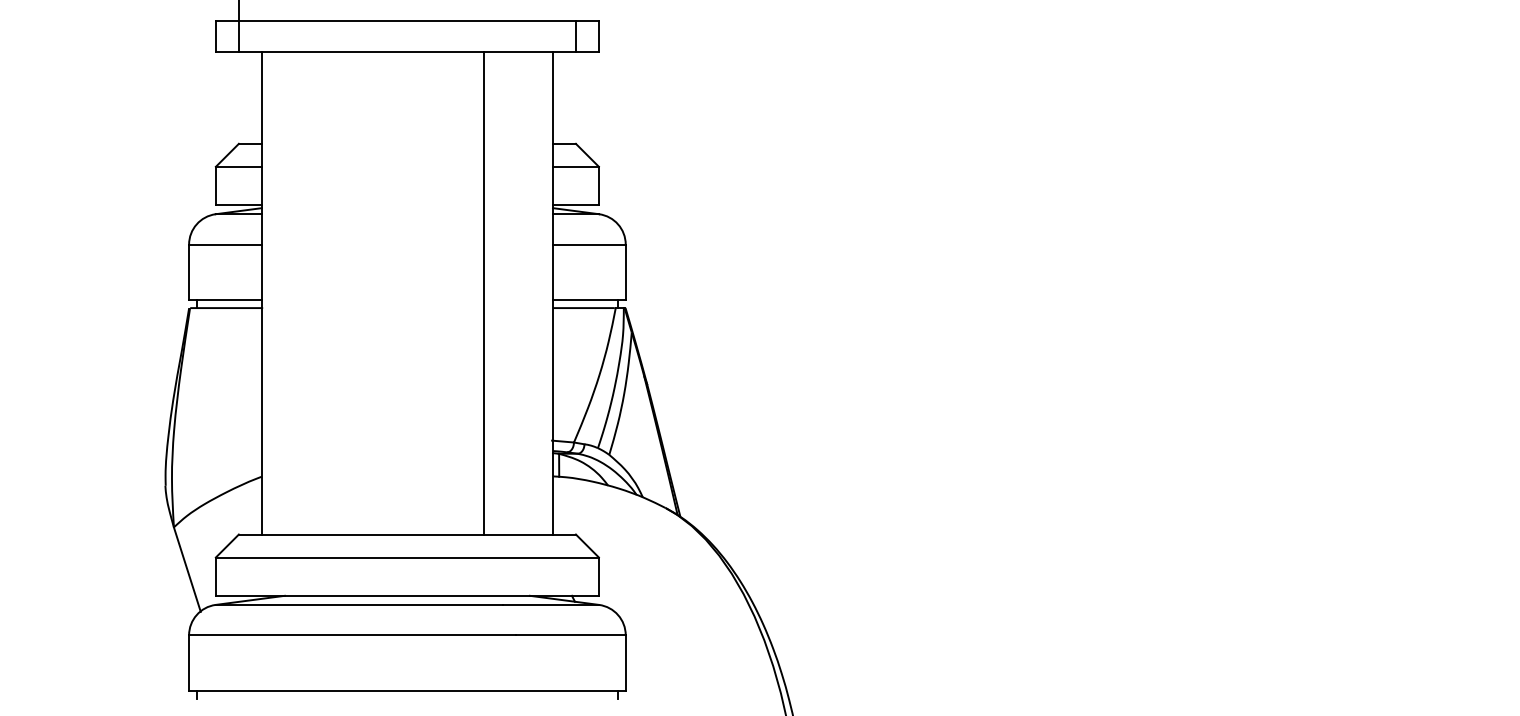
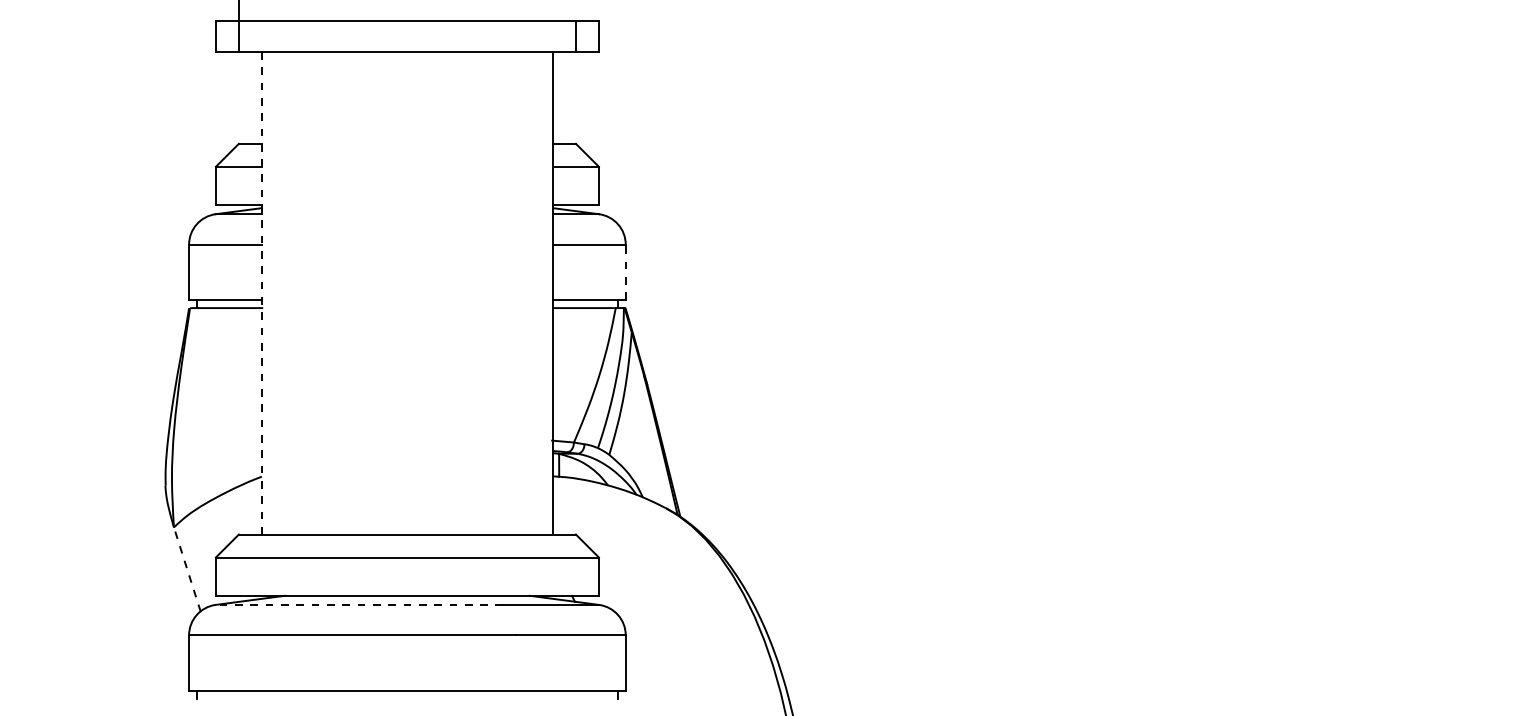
line at (625, 272): solid -> dashed
line at (484, 292): present -> none
line at (261, 293): solid -> dashed
line at (187, 569): solid -> dashed
line at (359, 604): solid -> dashed
